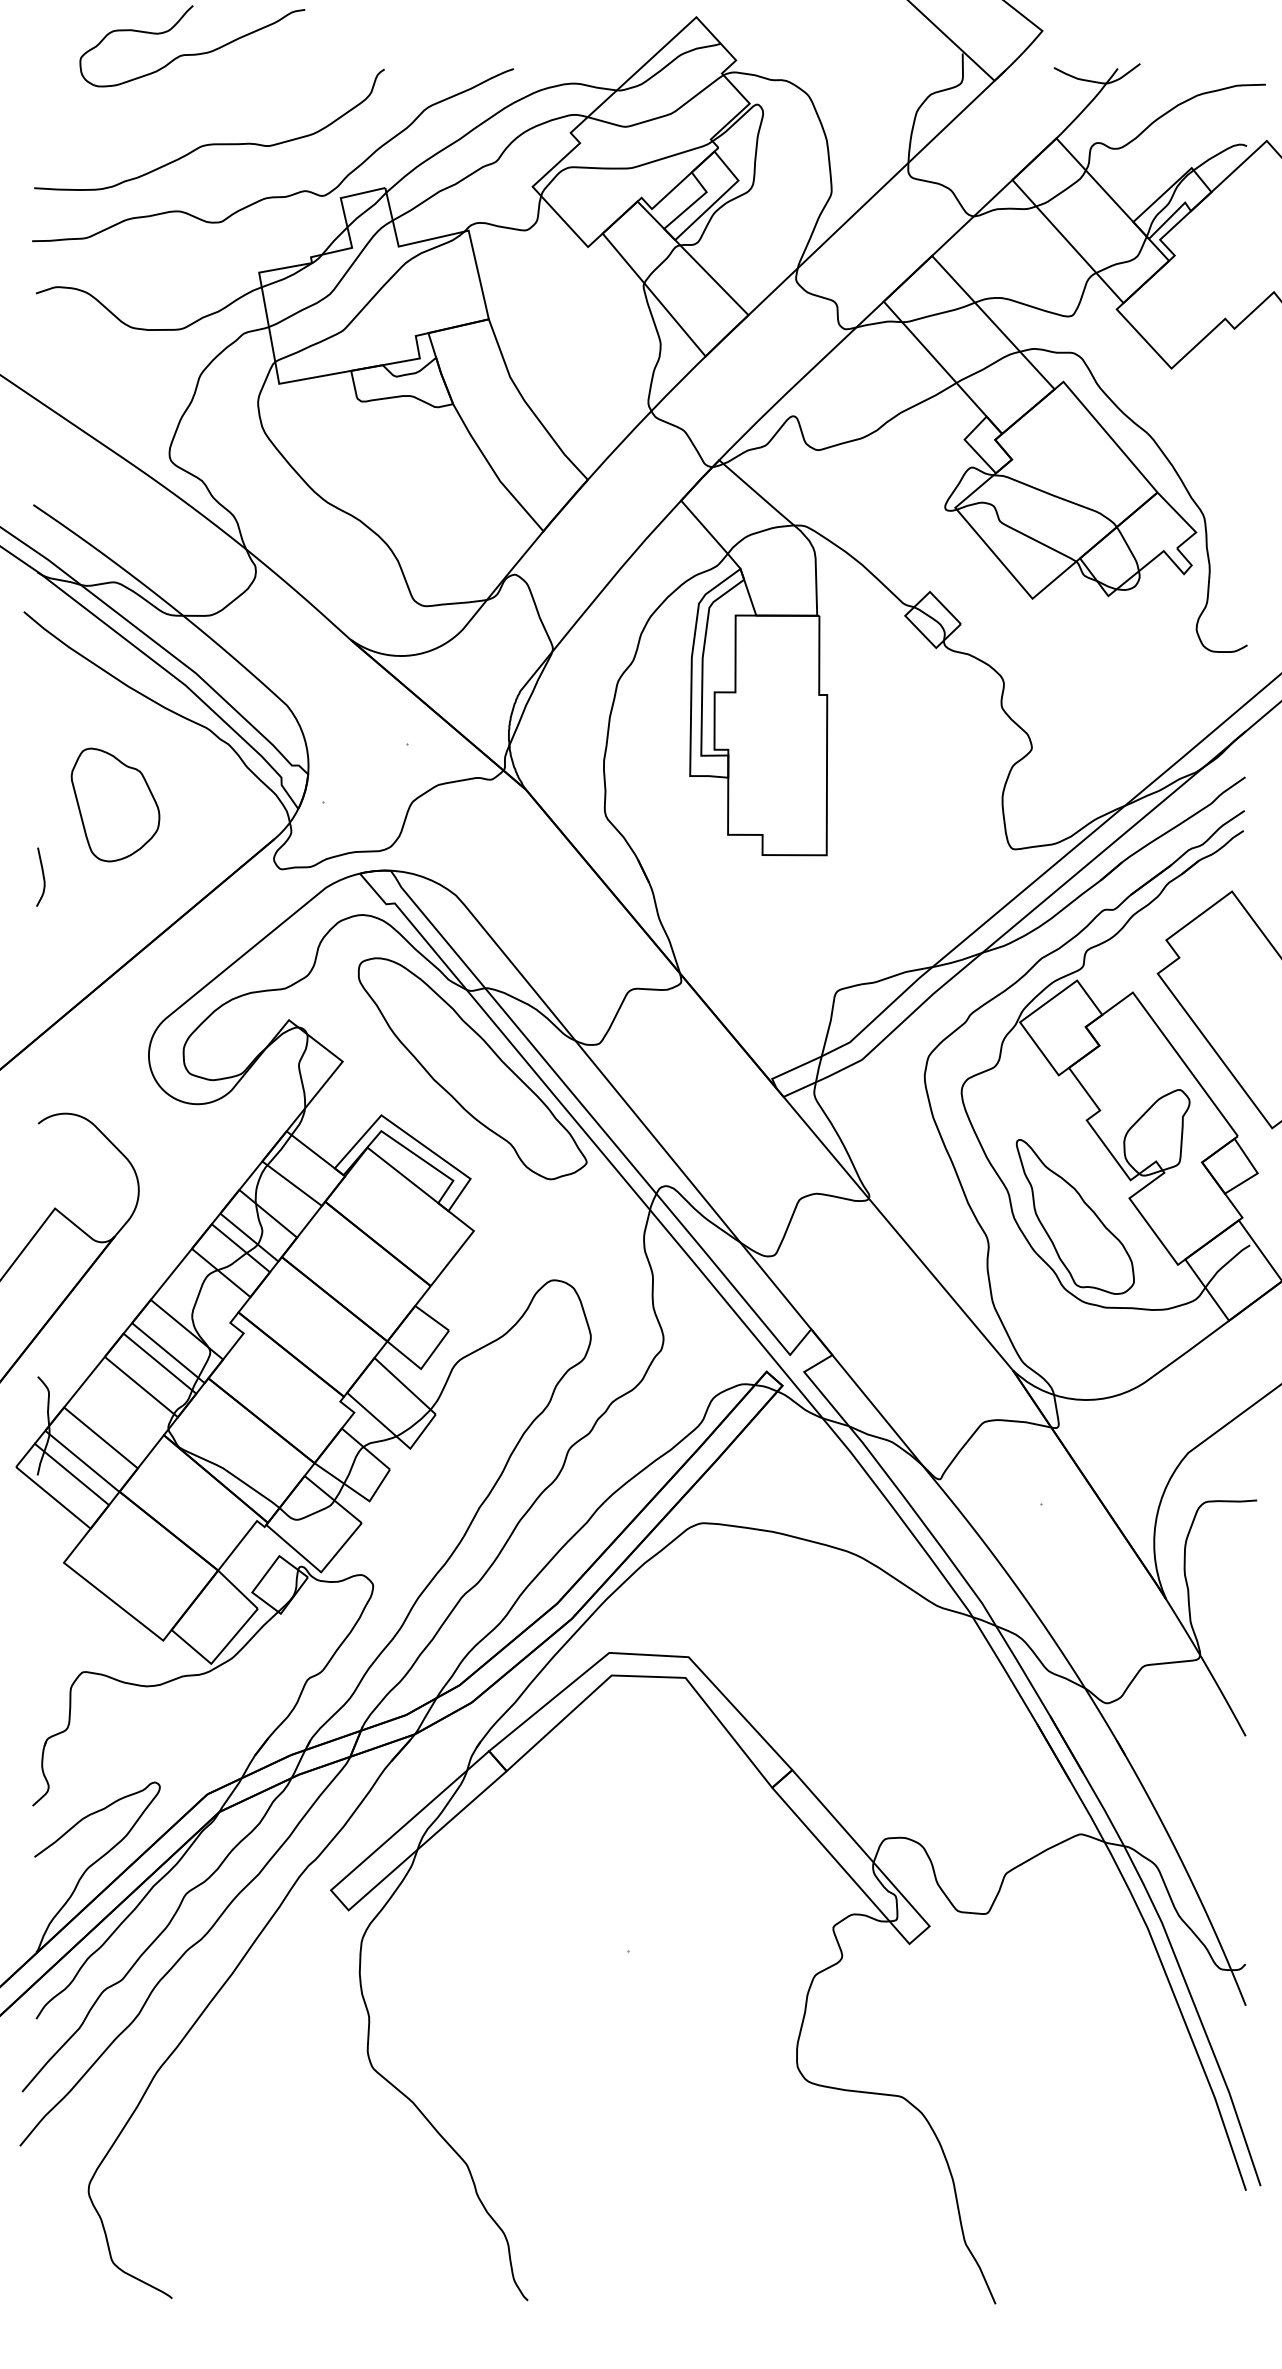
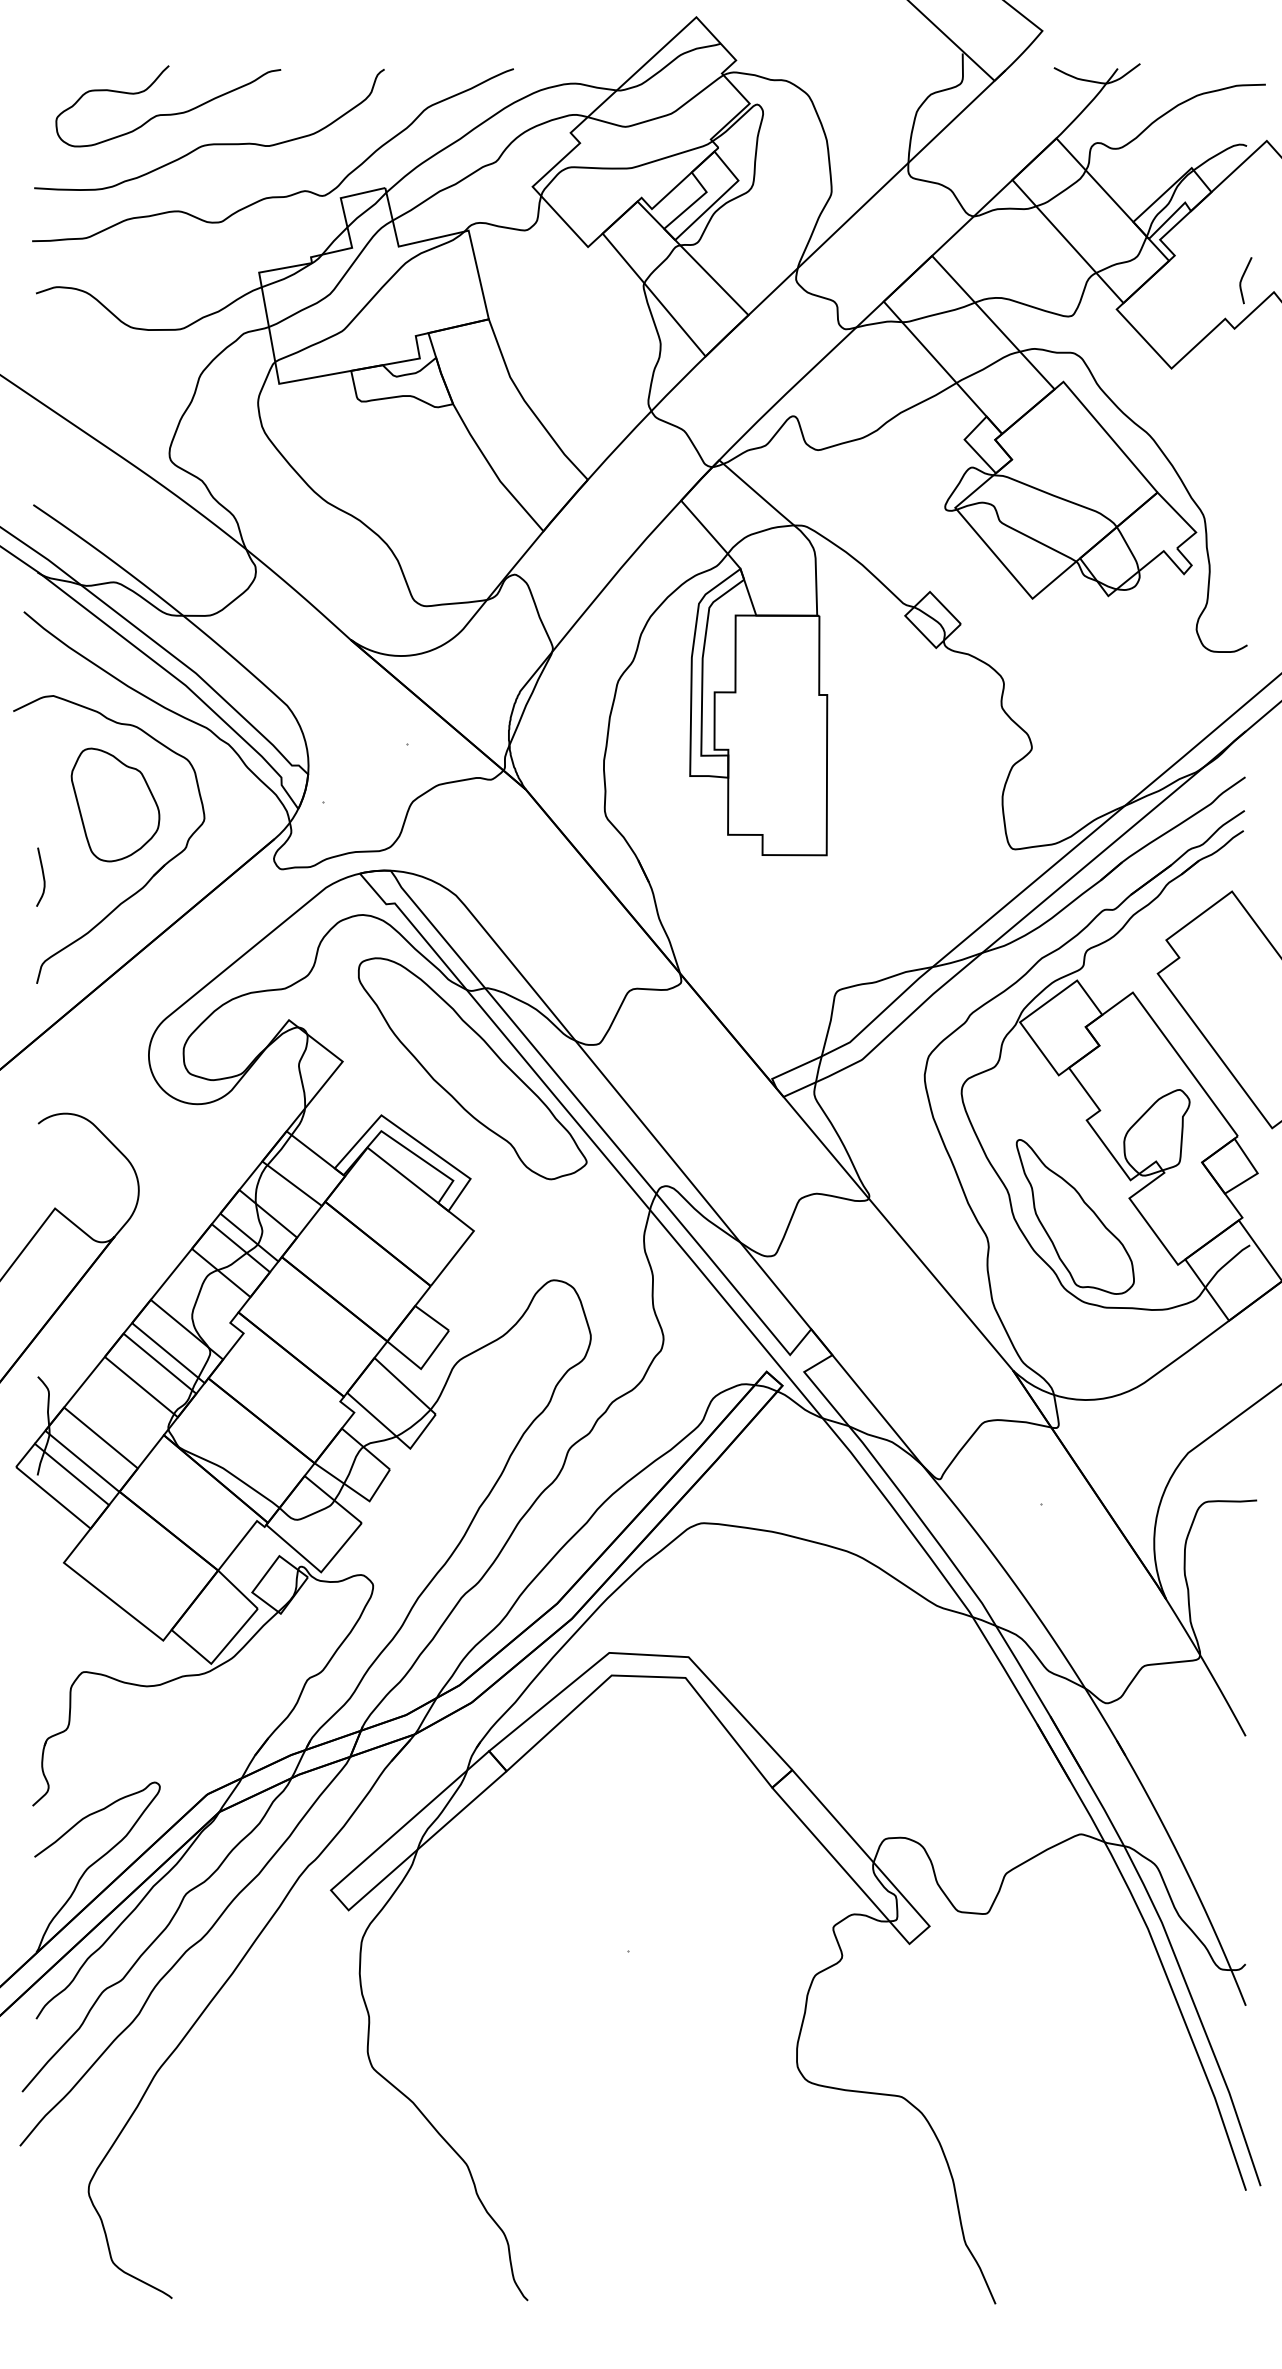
curve at (192, 53) position: (192, 53) -> (168, 113)
curve at (1242, 280): none -> present
part at (150, 877): none -> present
